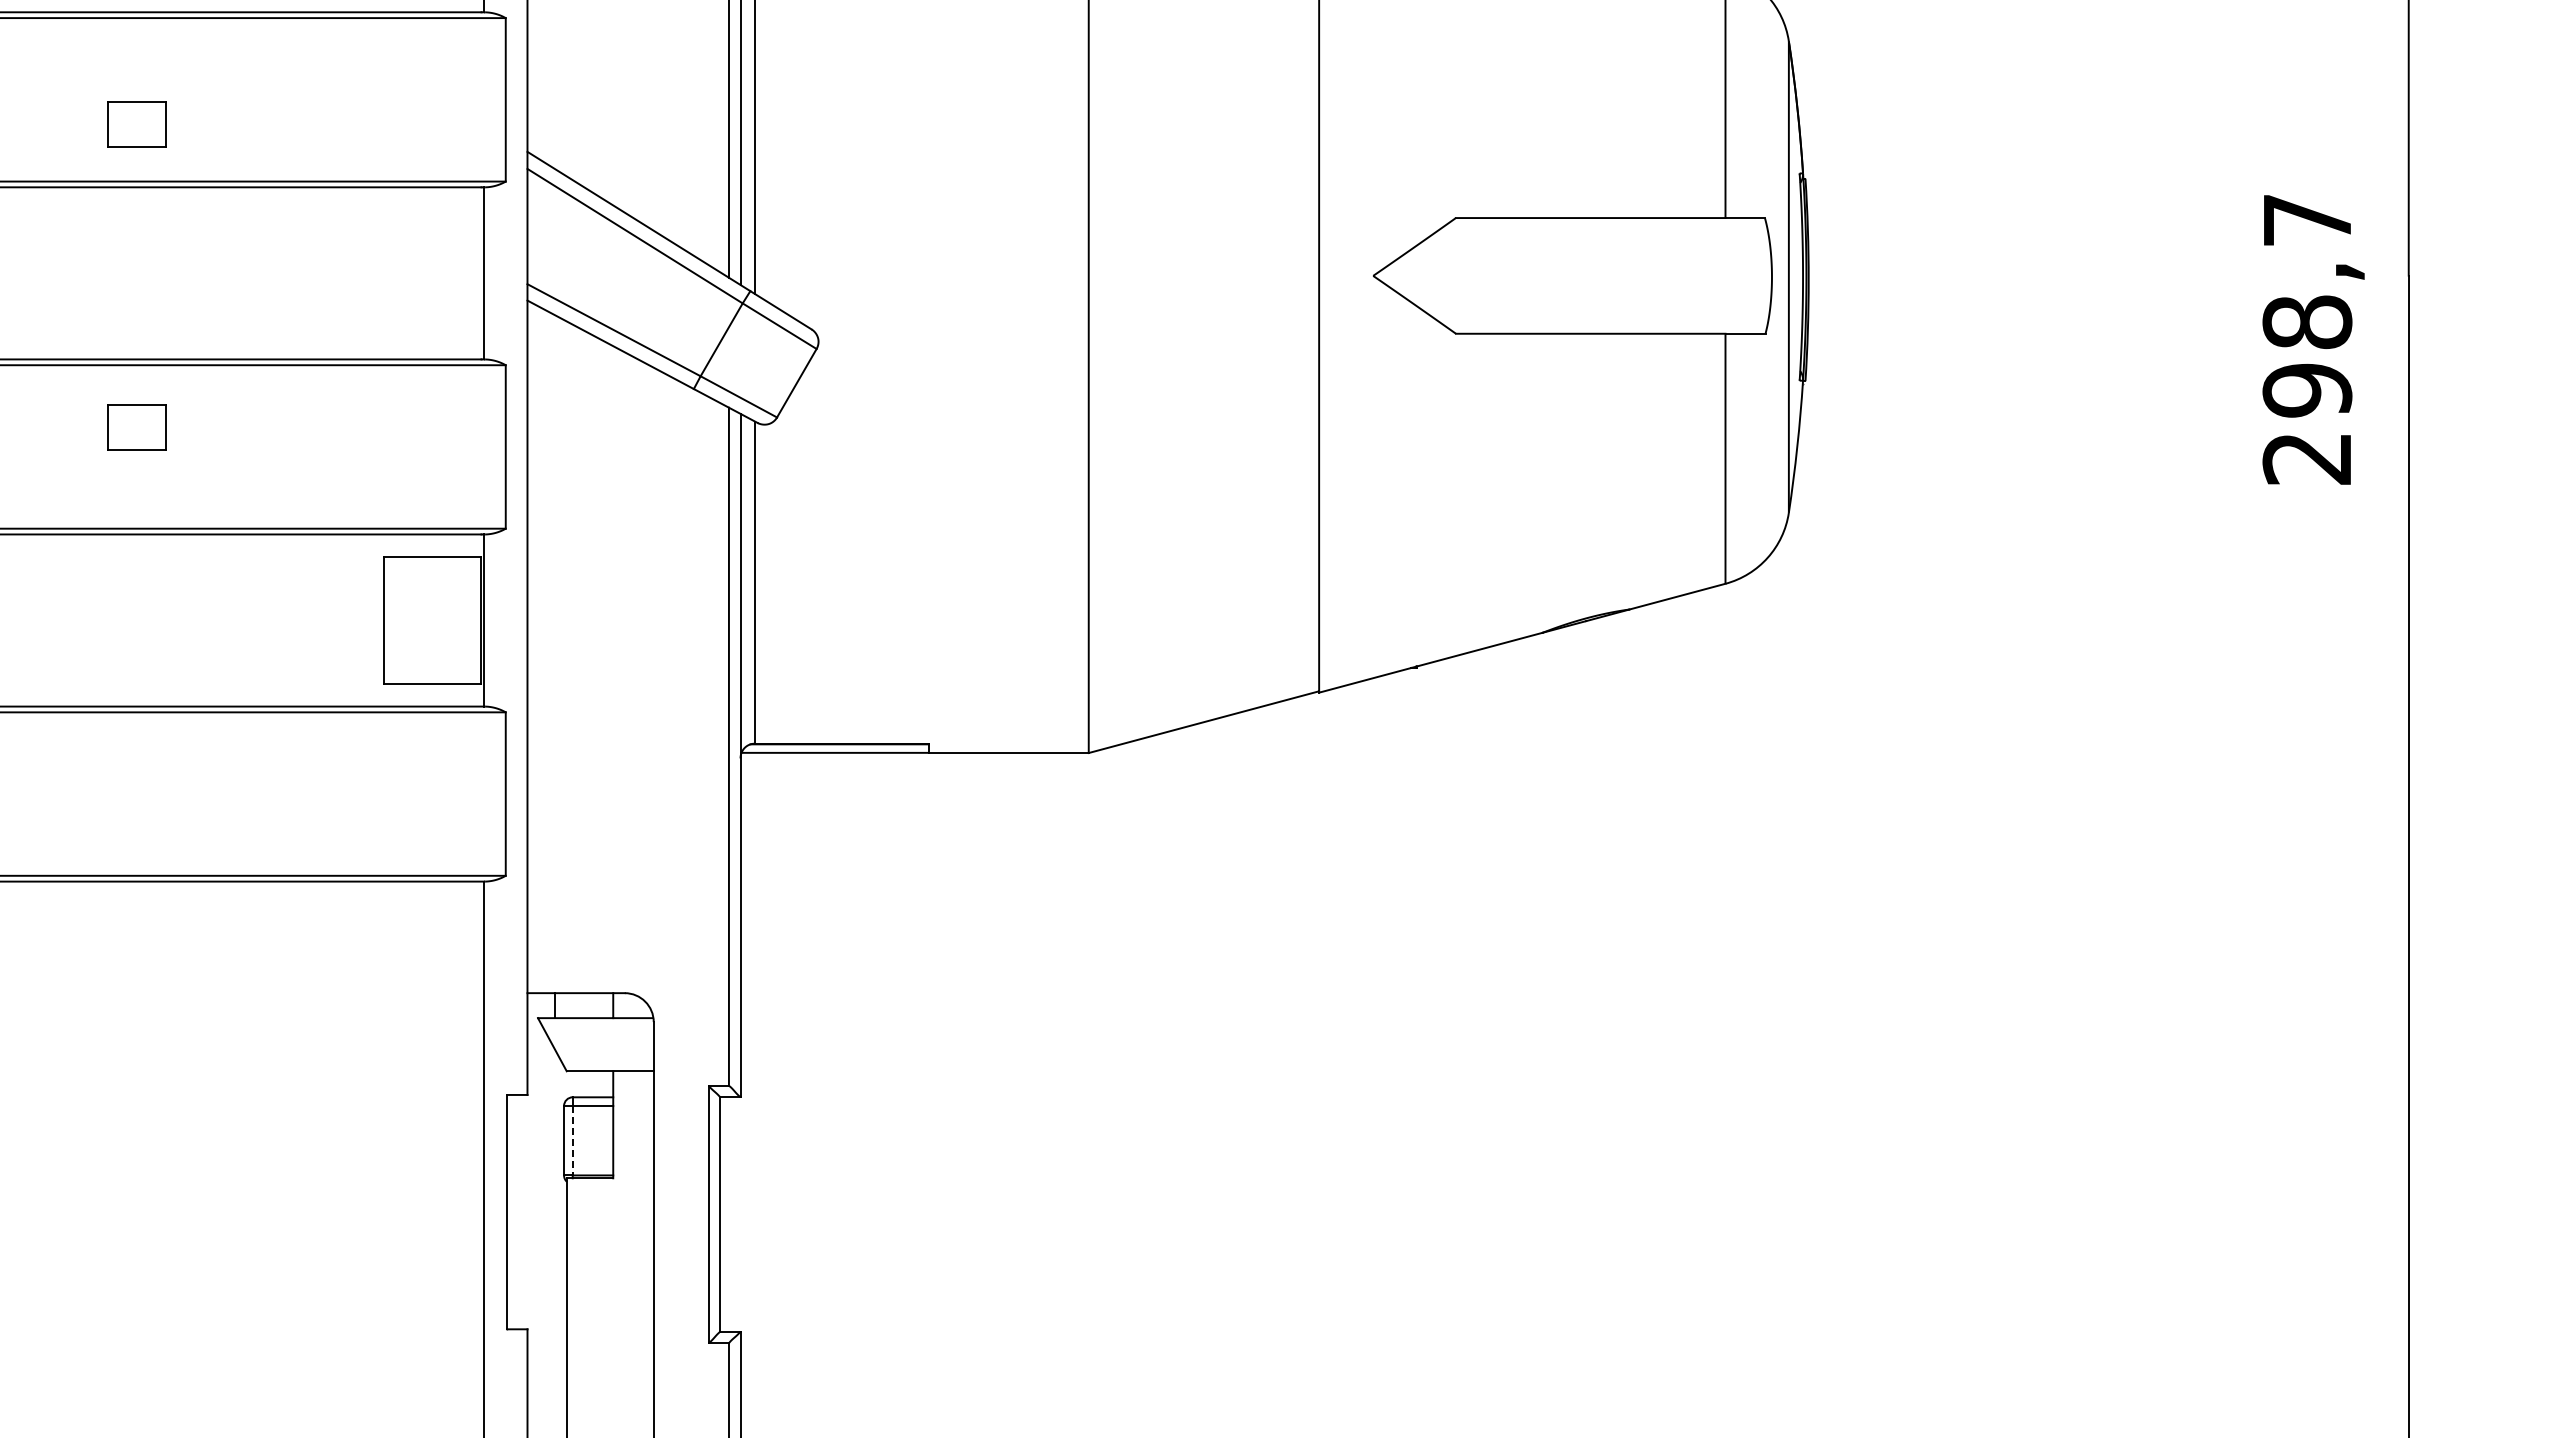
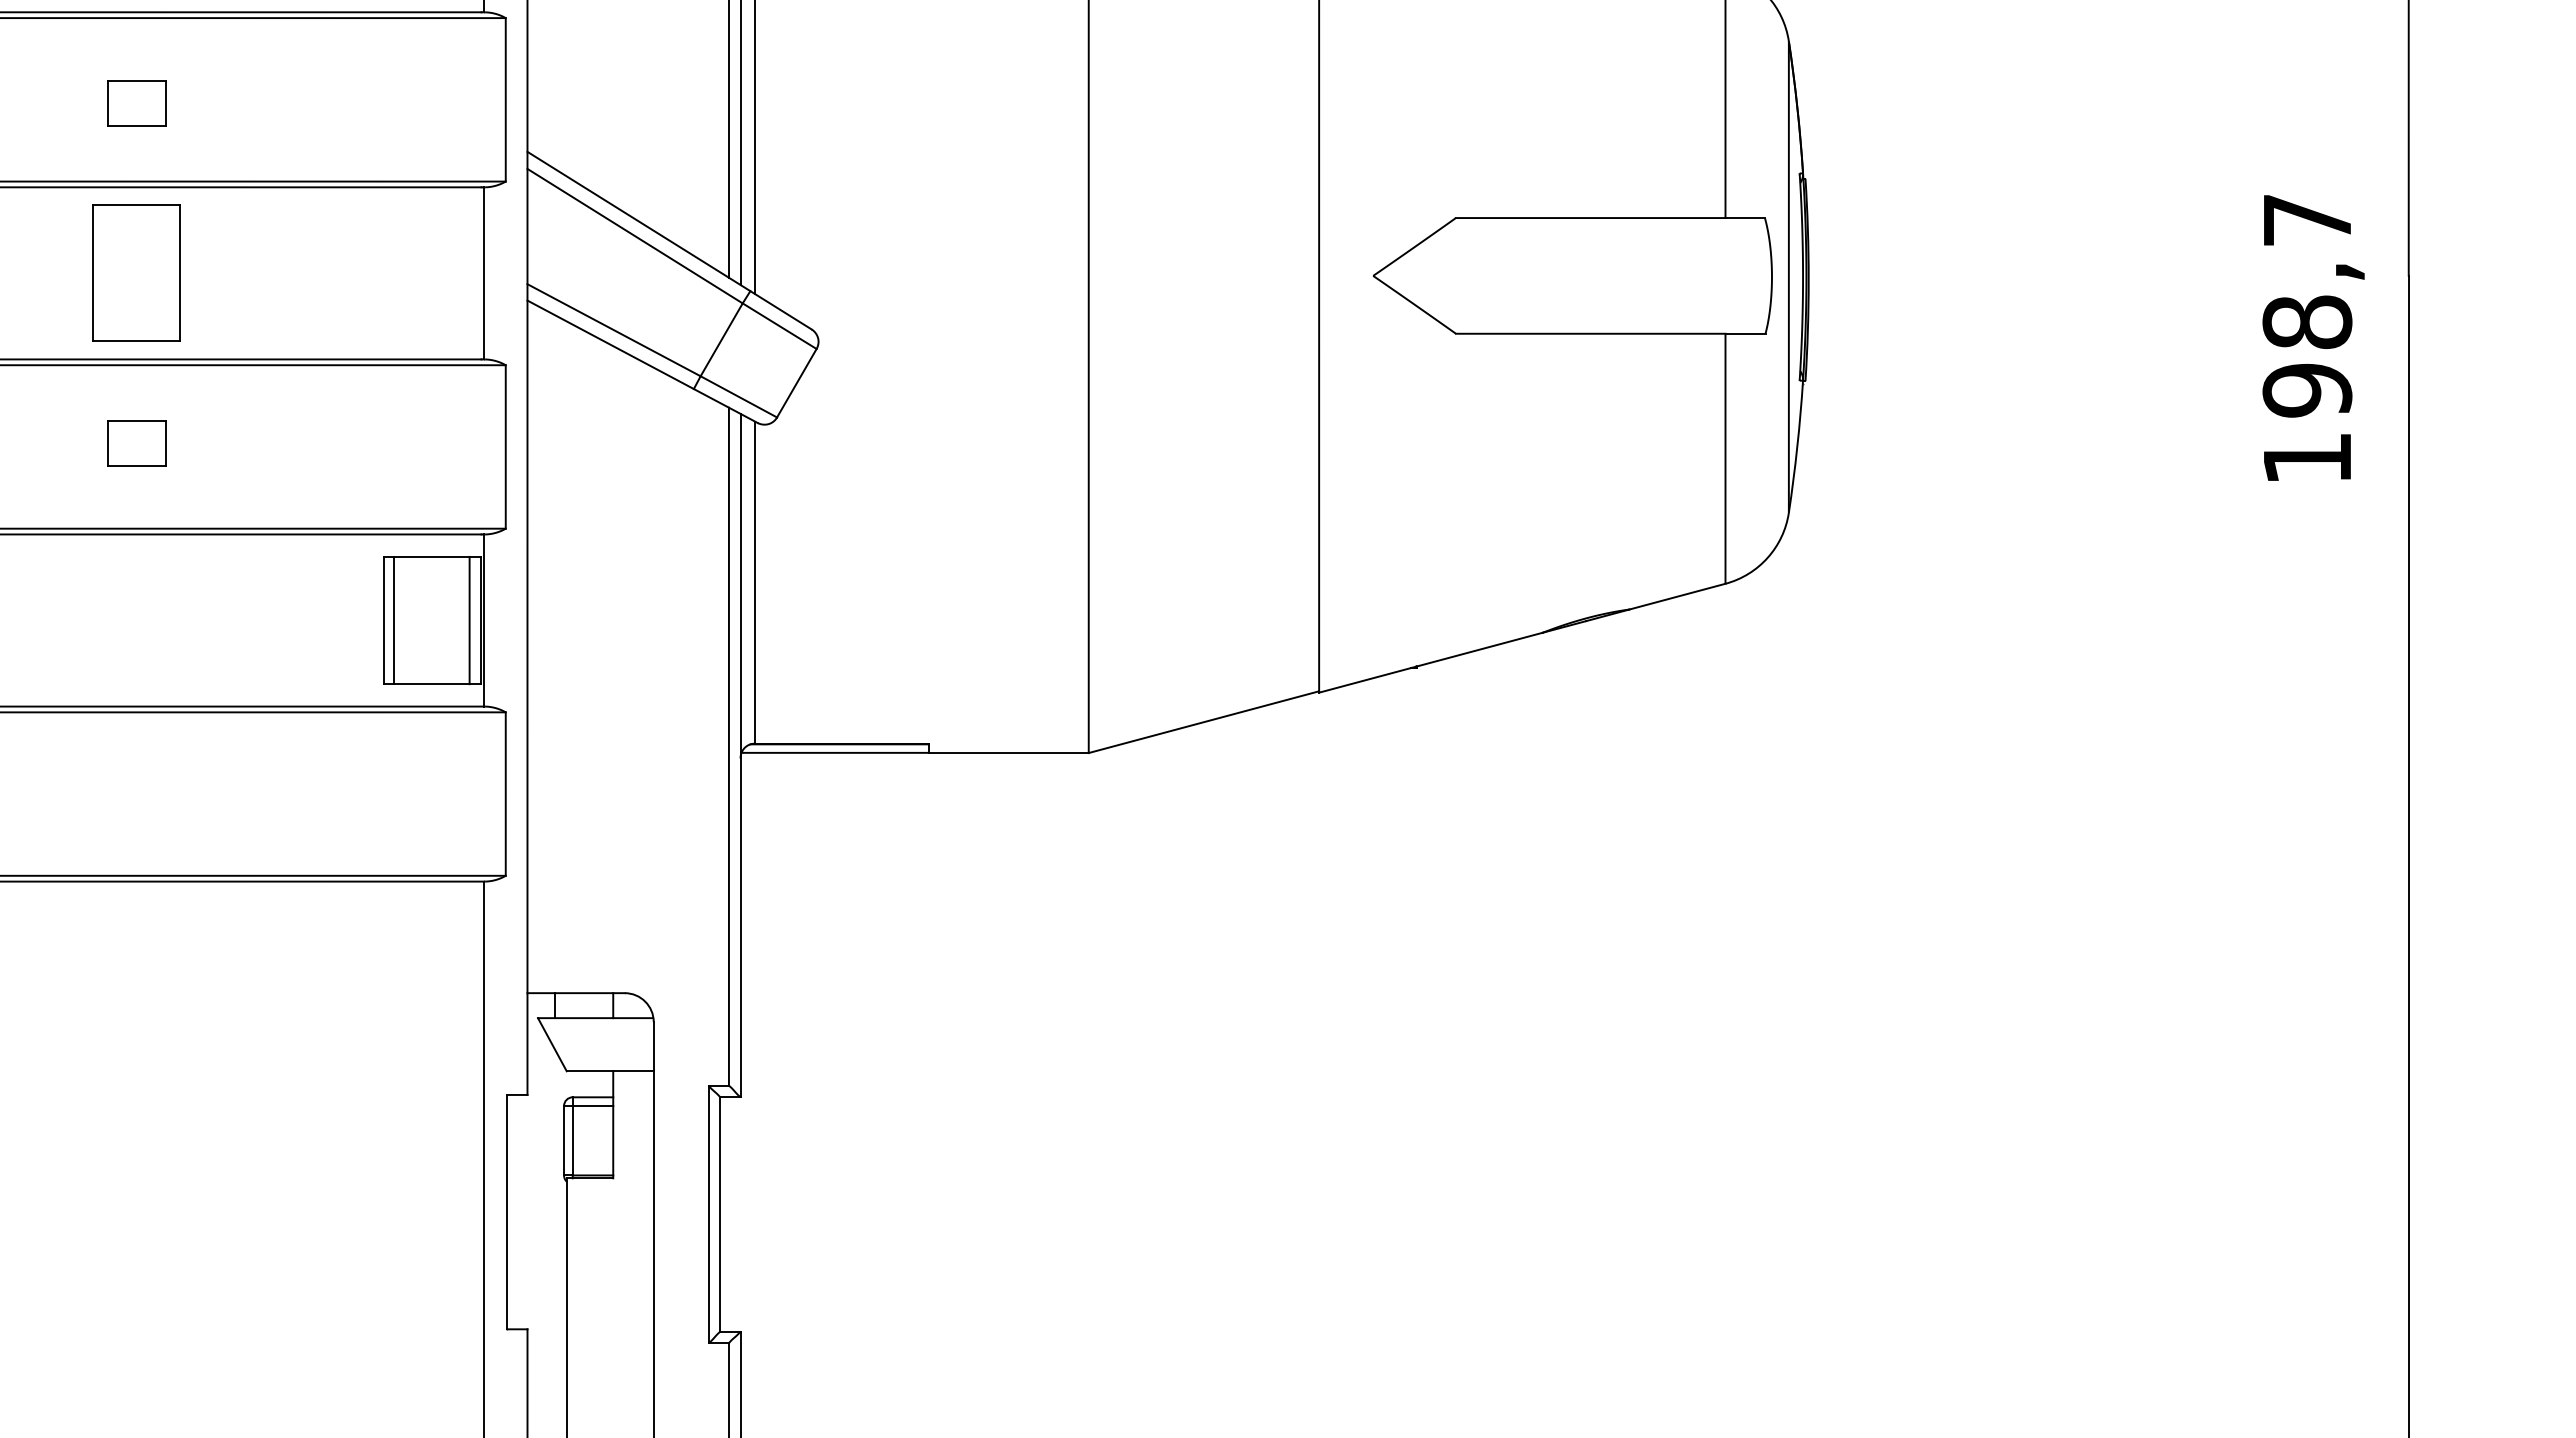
part at (136, 124) position: (136, 124) -> (136, 103)
part at (136, 272): none -> present
part at (136, 427) position: (136, 427) -> (136, 443)
text at (2306, 459): 298,7 -> 198,7
line at (394, 620): none -> present
line at (469, 620): none -> present
line at (572, 1140): dashed -> solid
